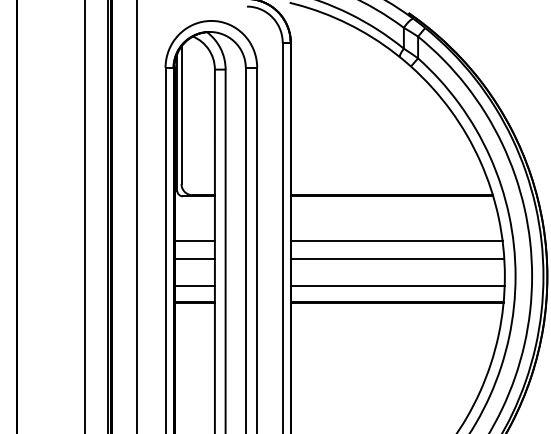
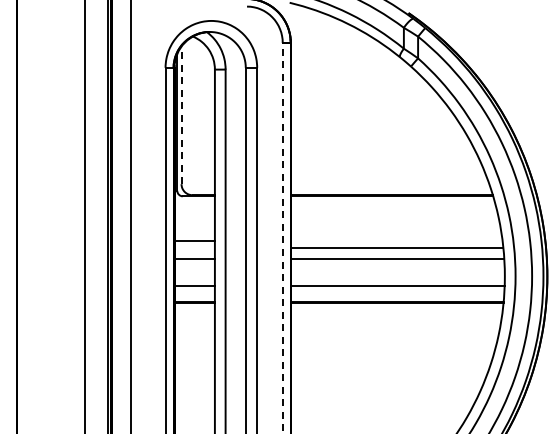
line at (181, 115): solid -> dashed
line at (136, 216) position: (136, 216) -> (130, 216)
line at (282, 237): solid -> dashed
line at (396, 240) position: (396, 240) -> (396, 247)
